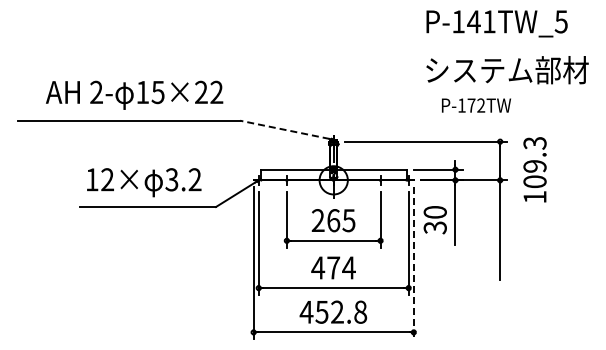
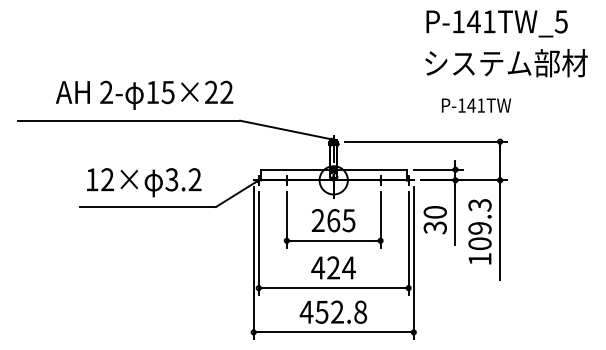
text at (507, 70) position: (507, 70) -> (506, 63)
text at (134, 94) position: (134, 94) -> (144, 94)
text at (476, 105): P-172TW -> P-141TW
line at (284, 129): dashed -> solid
text at (534, 169) position: (534, 169) -> (479, 231)
line at (413, 263): dashed -> solid
text at (333, 267): 474 -> 424
